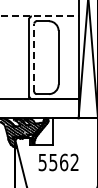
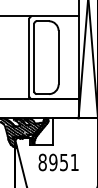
line at (39, 16): dashed -> solid
line at (34, 57): dashed -> solid
text at (58, 162): 5562 -> 8951
